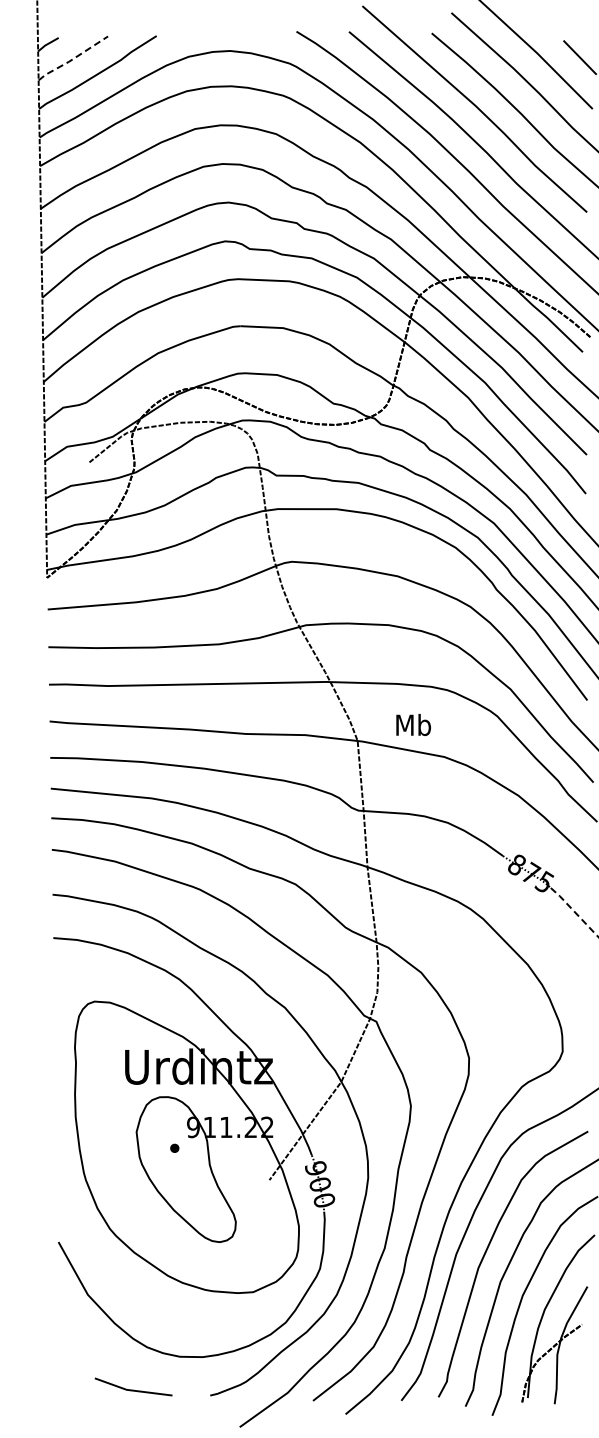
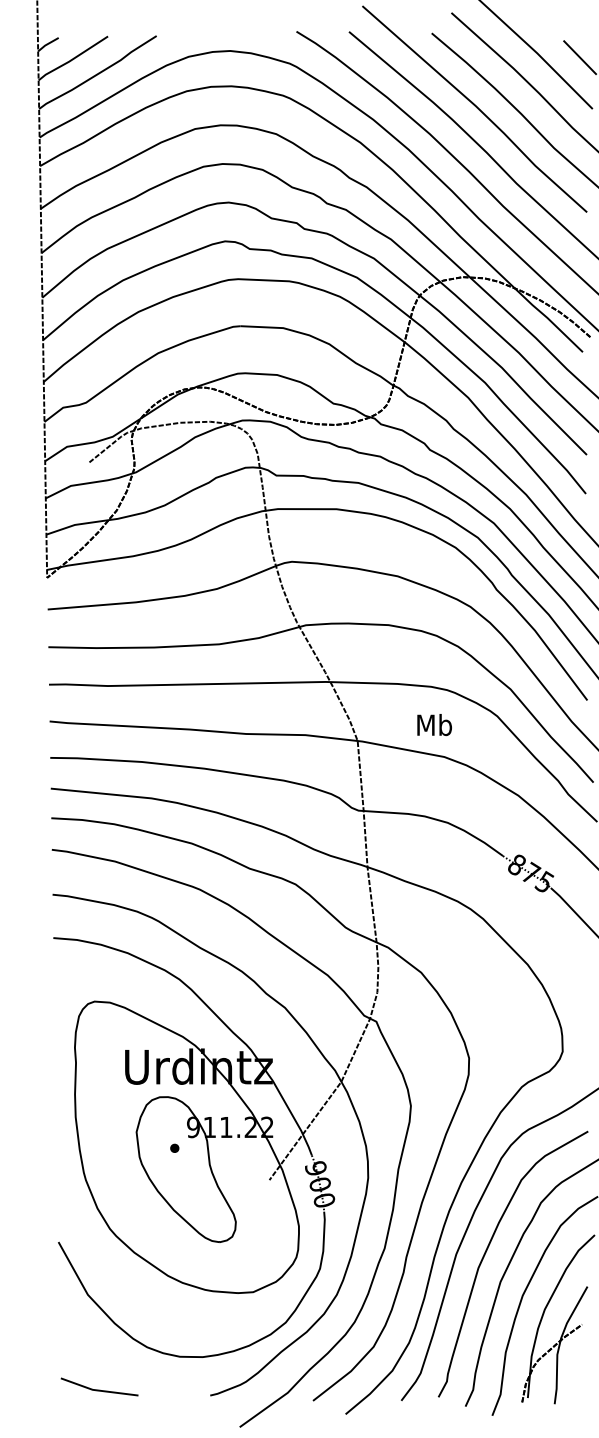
line at (72, 59): dashed -> solid
text at (413, 725) position: (413, 725) -> (434, 725)
line at (574, 911): dashed -> solid
line at (133, 1389) position: (133, 1389) -> (99, 1389)
